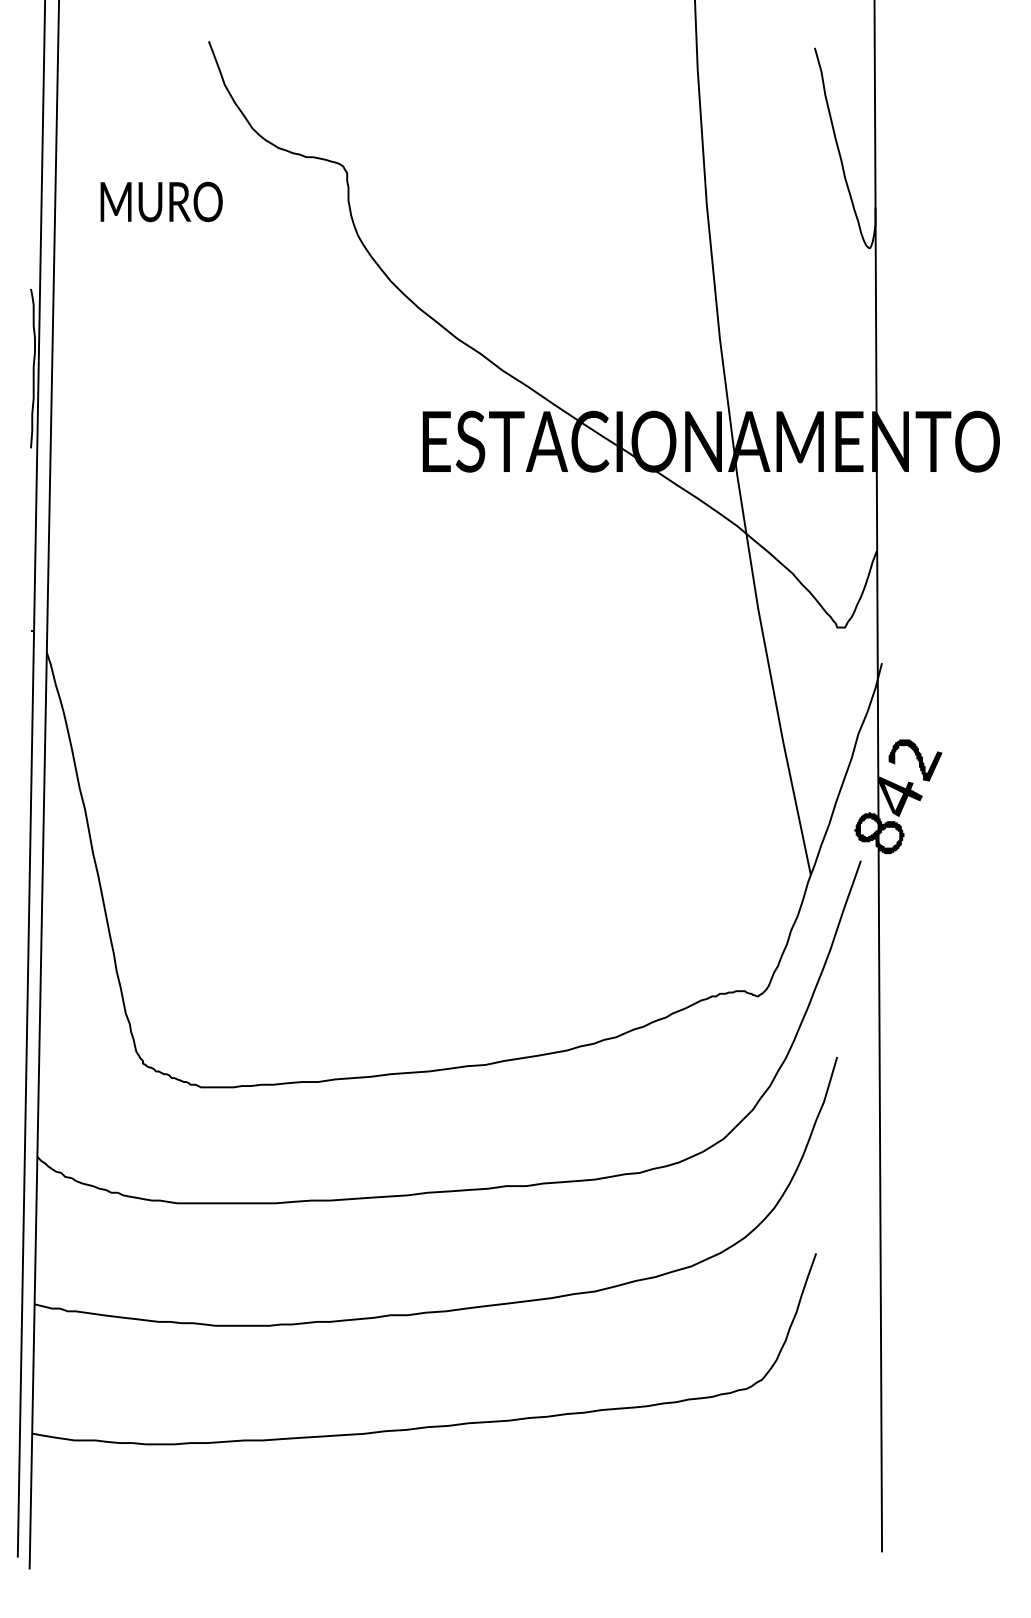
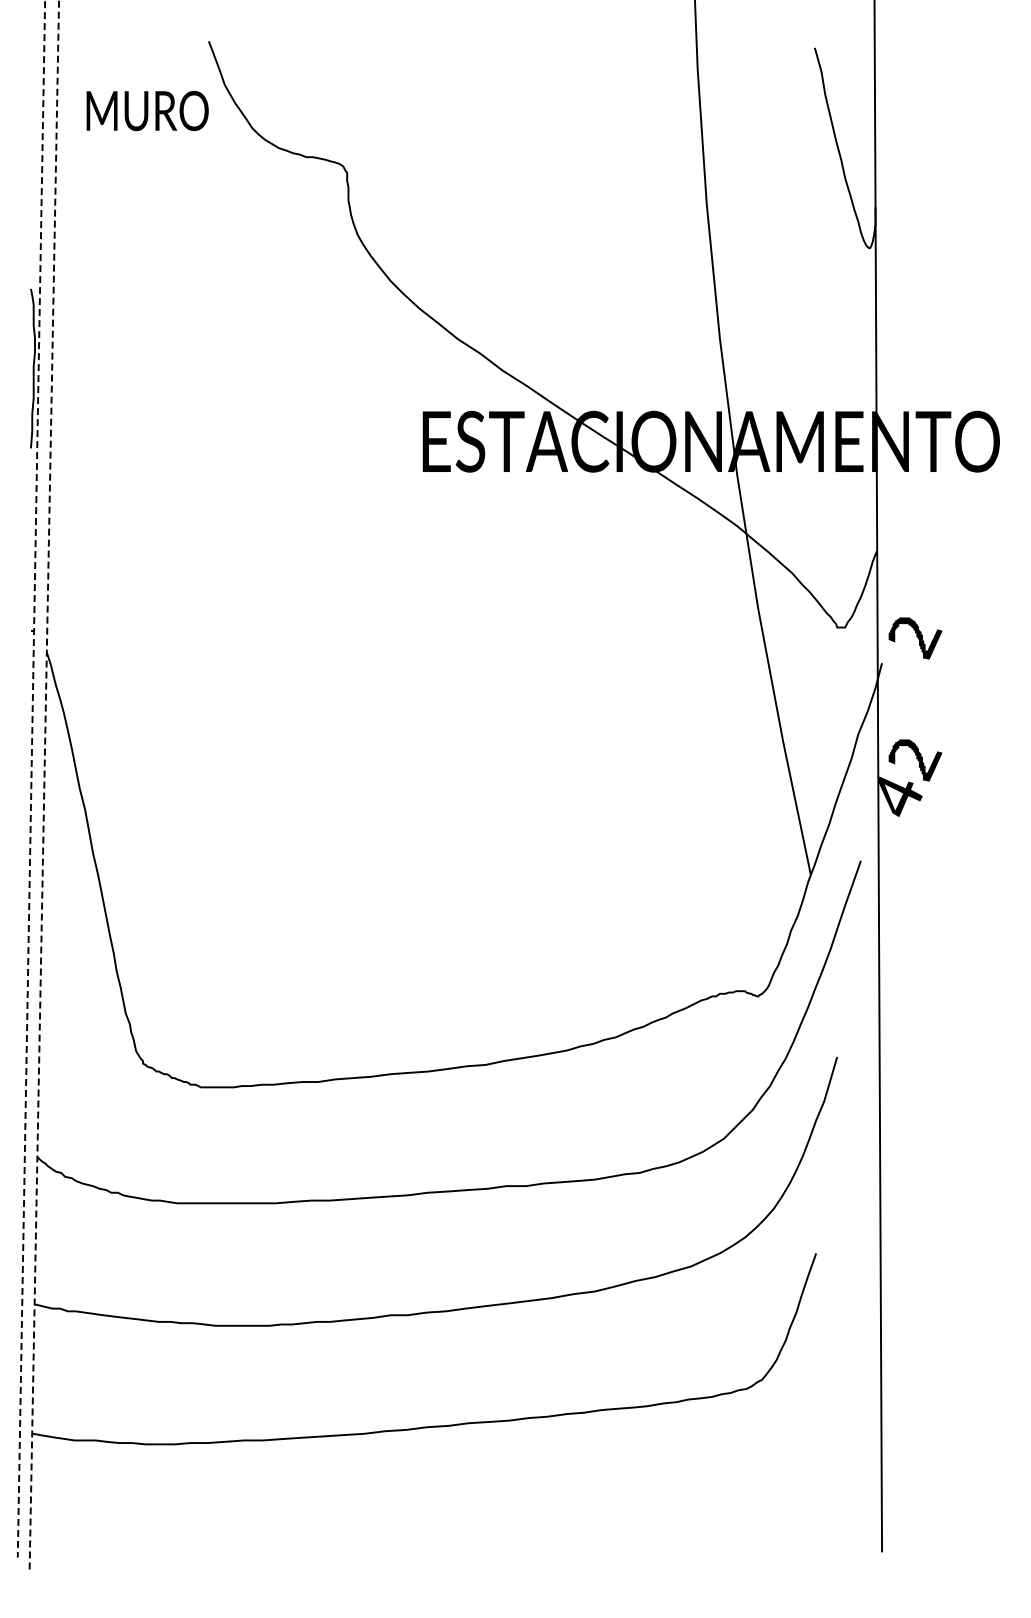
line at (58, 5): solid -> dashed
text at (161, 201) position: (161, 201) -> (147, 110)
part at (915, 638): none -> present
fill at (879, 833): present -> none
